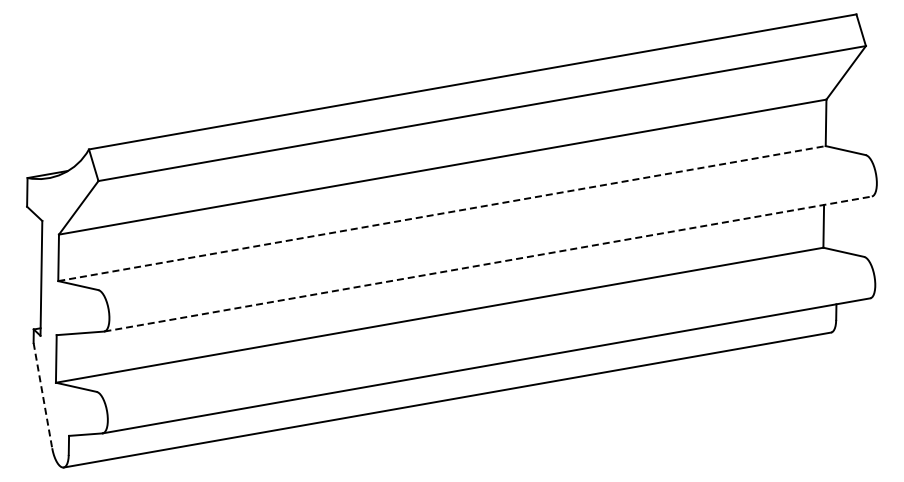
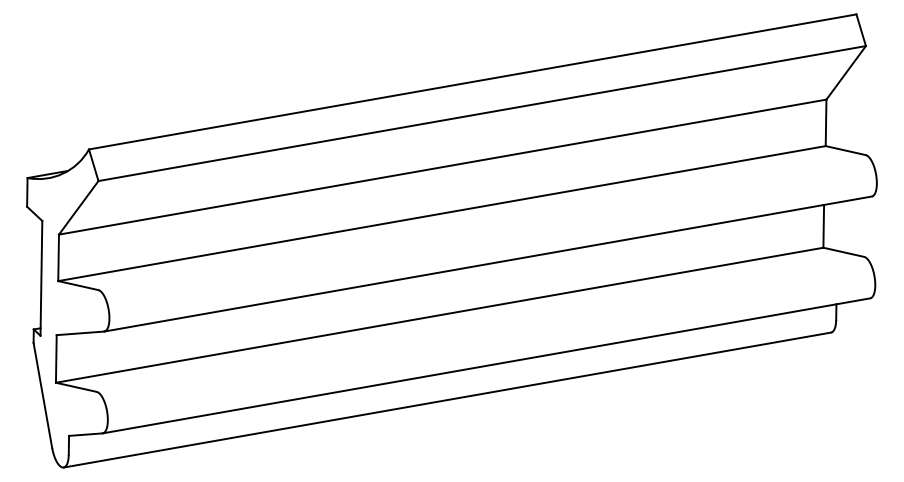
line at (442, 213): dashed -> solid
line at (488, 264): dashed -> solid
line at (42, 396): dashed -> solid
